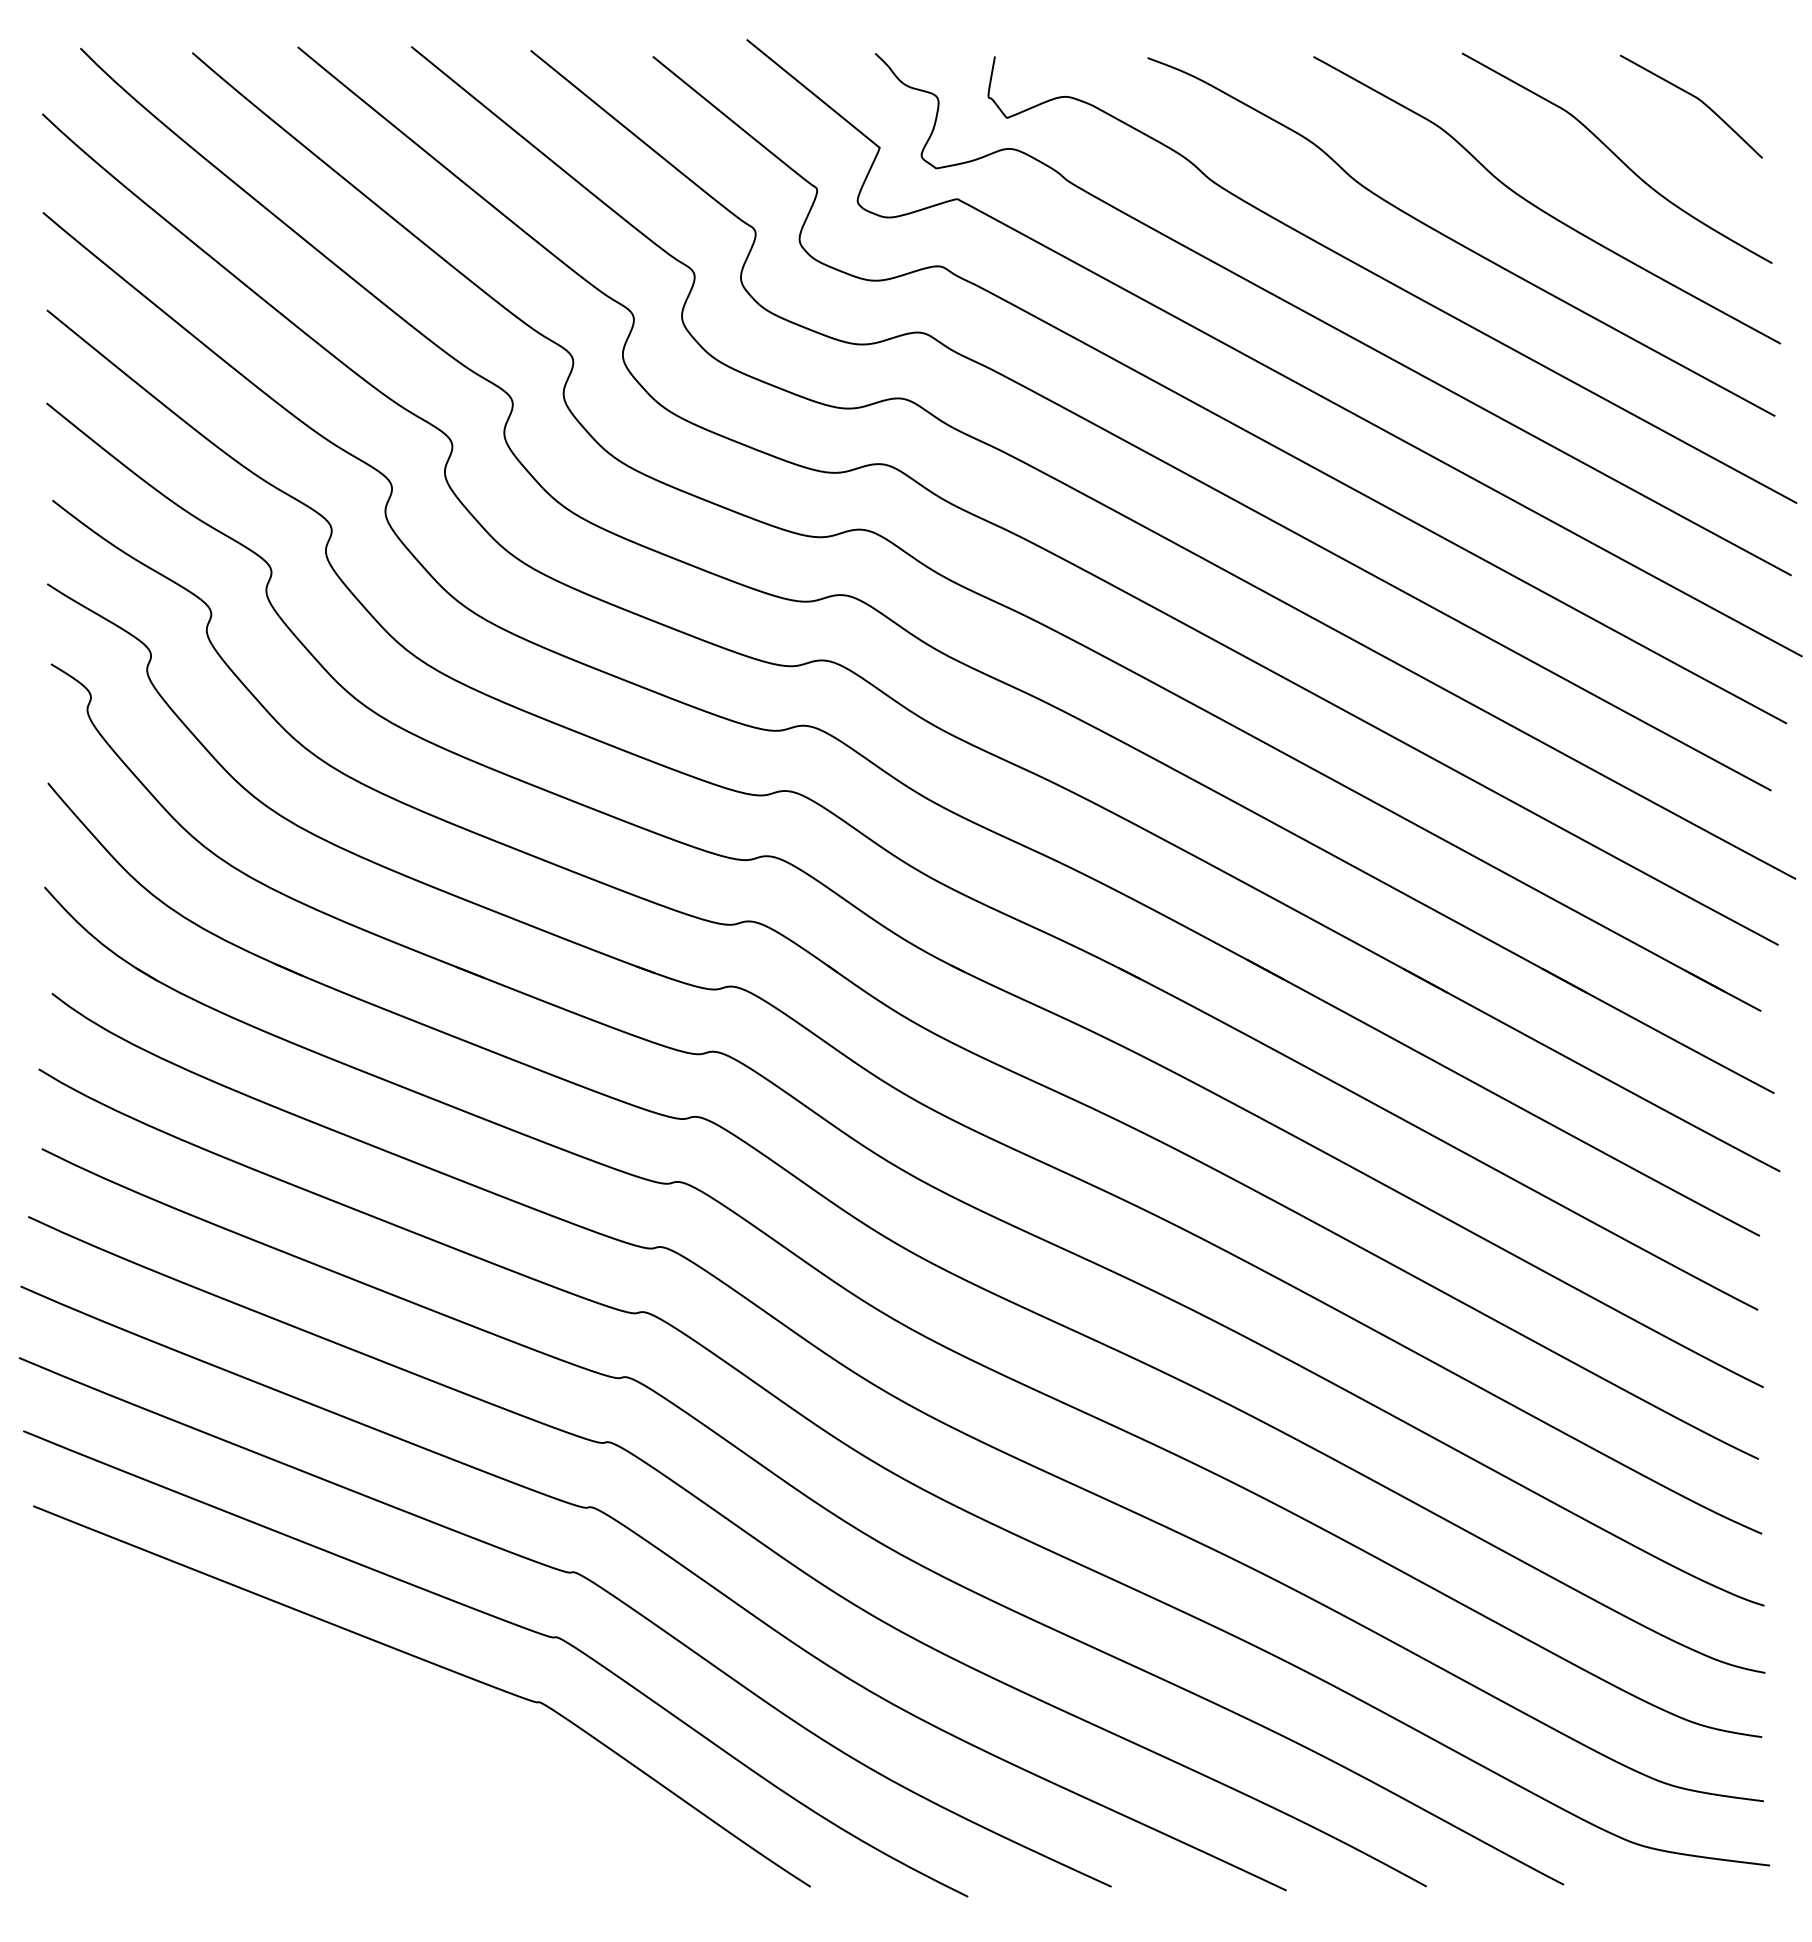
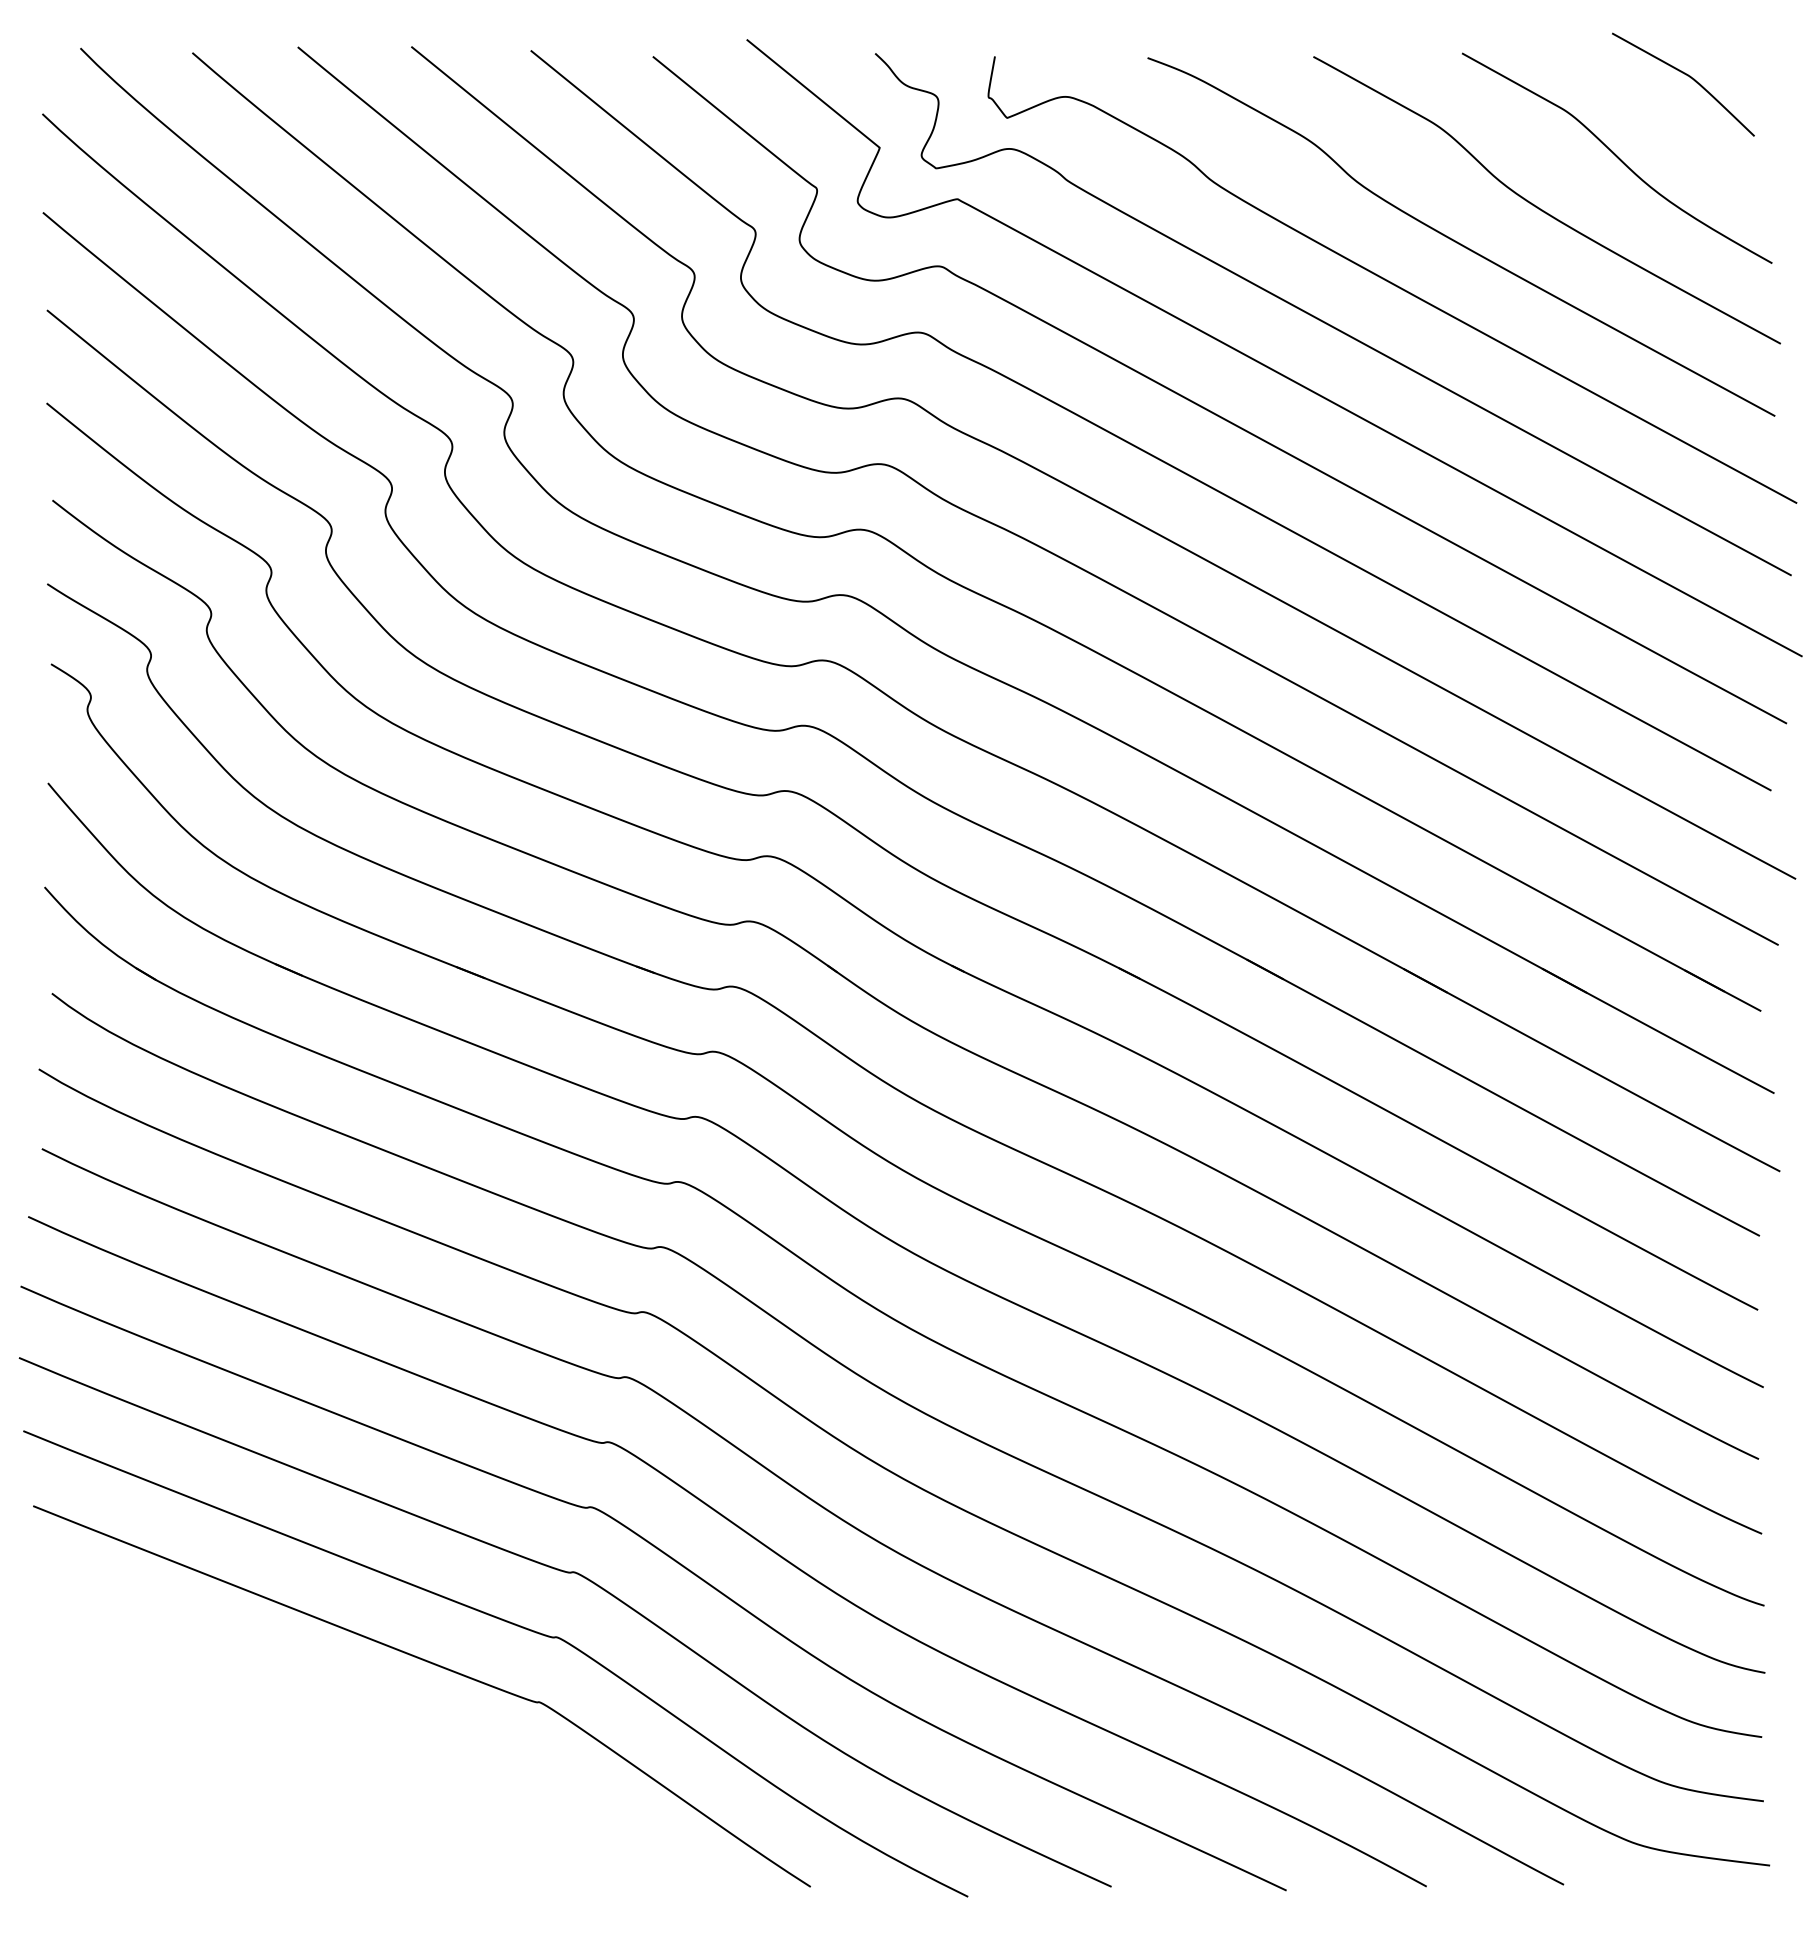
curve at (1695, 98) position: (1695, 98) -> (1687, 76)
